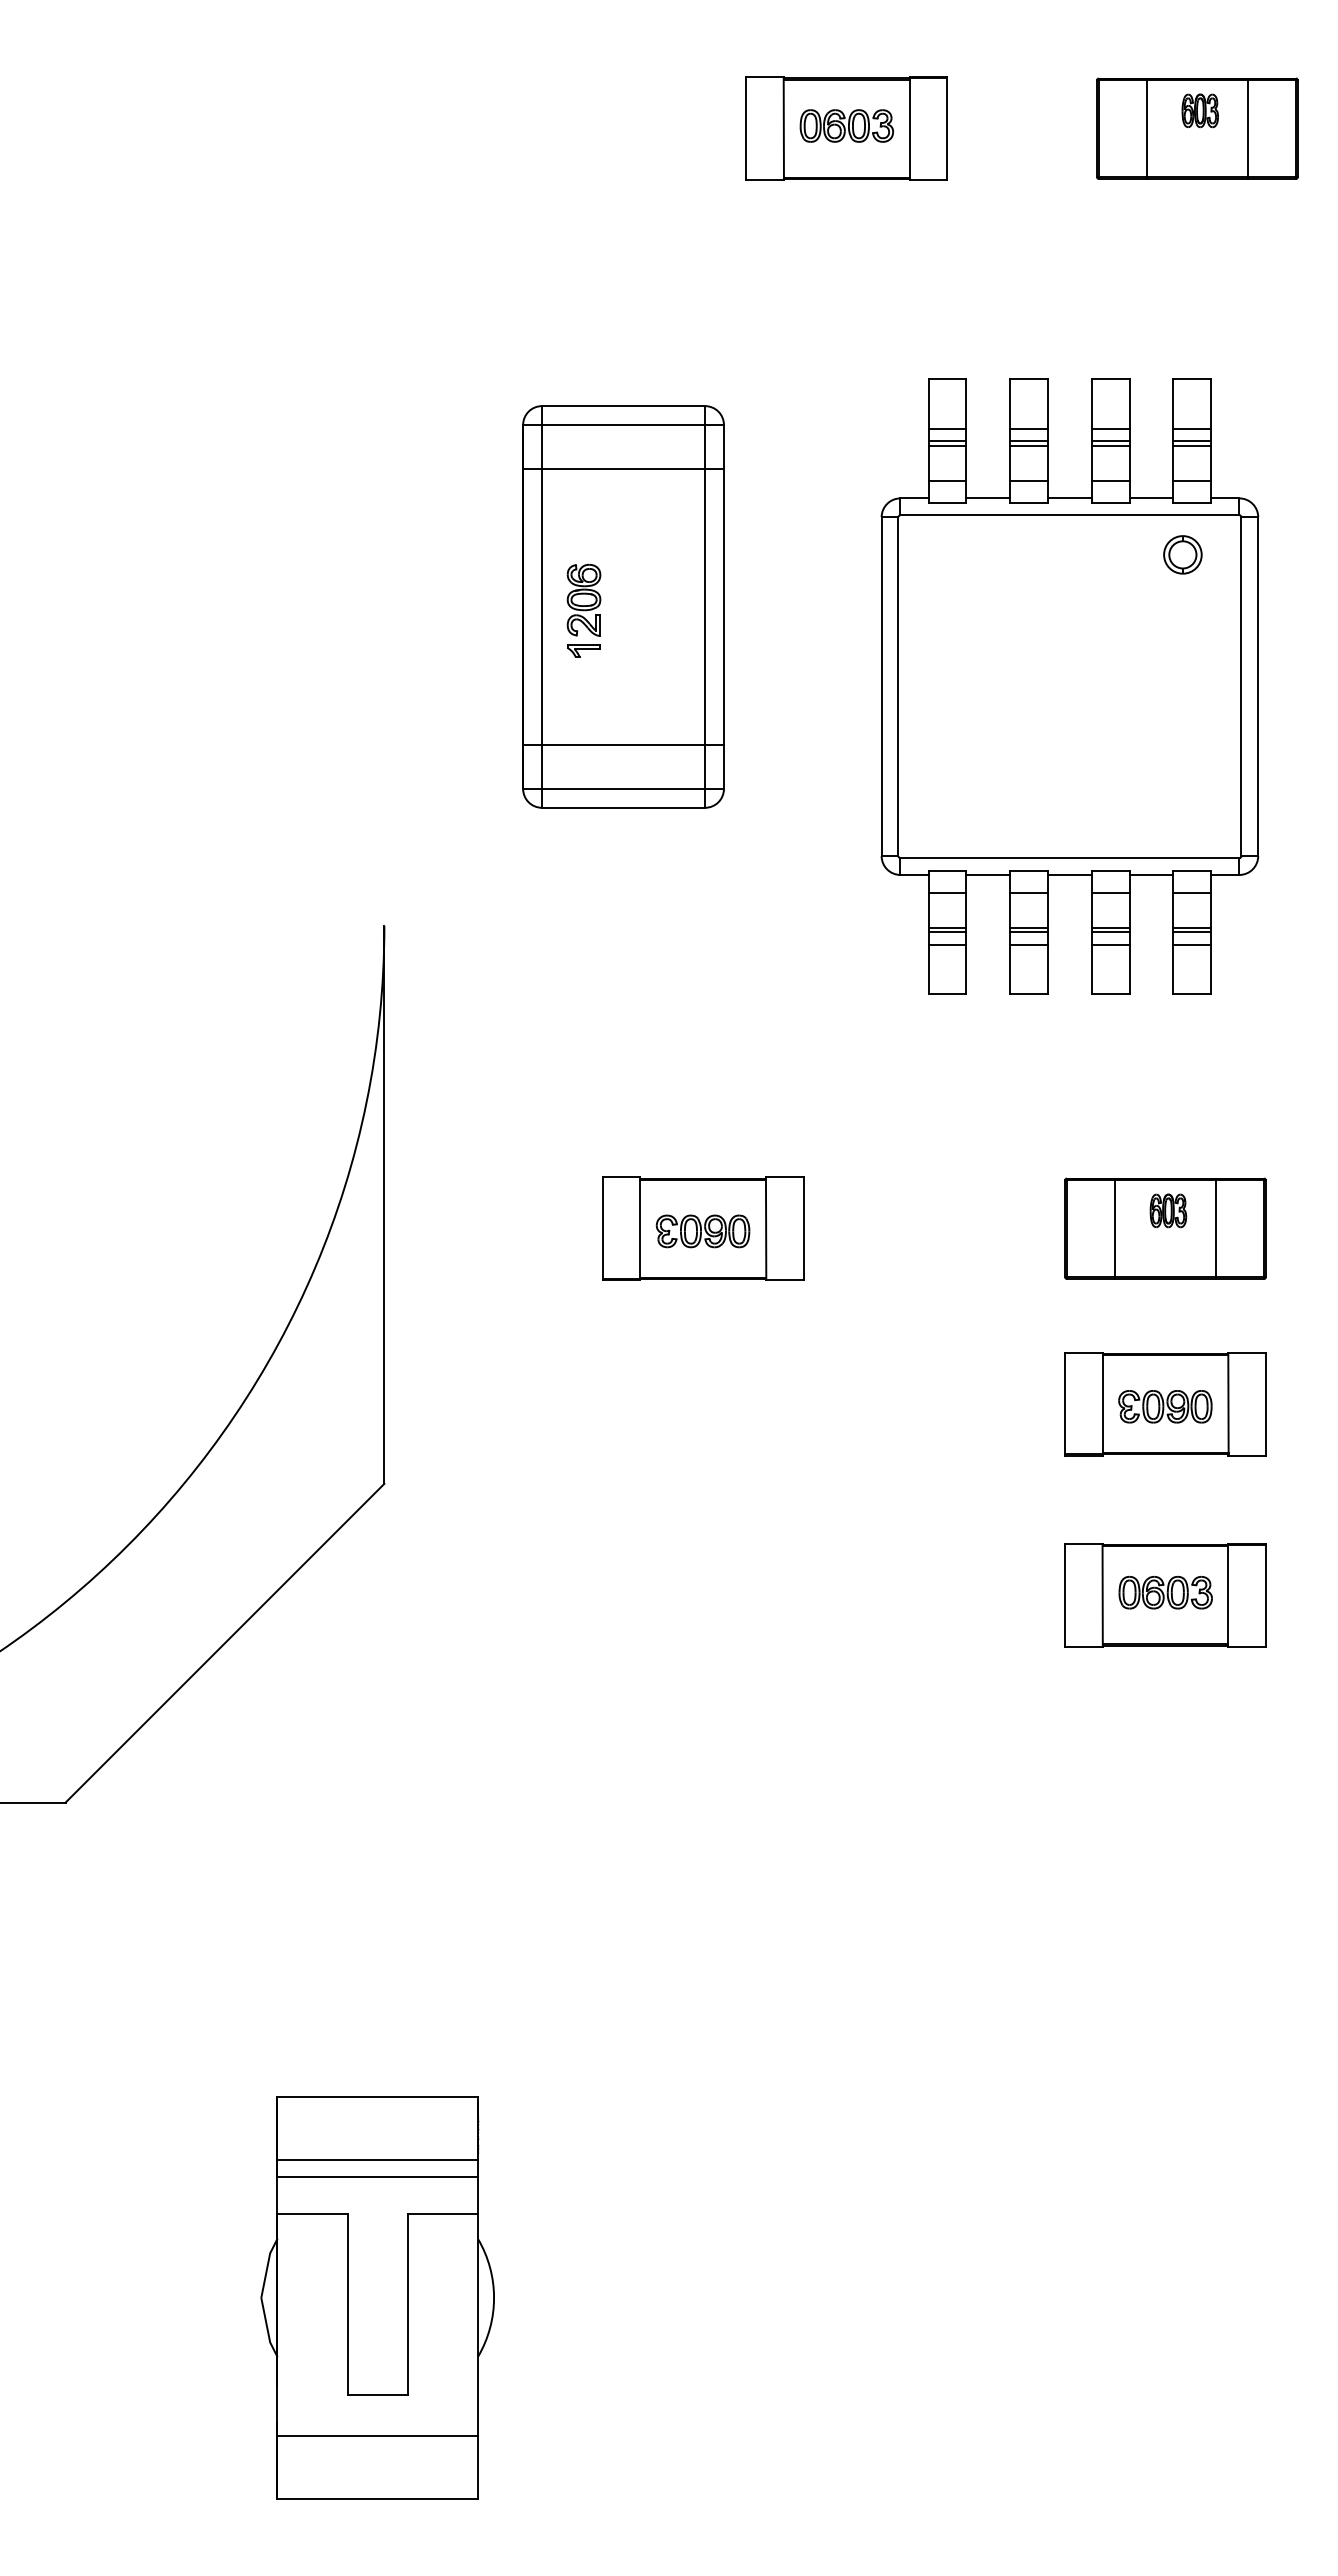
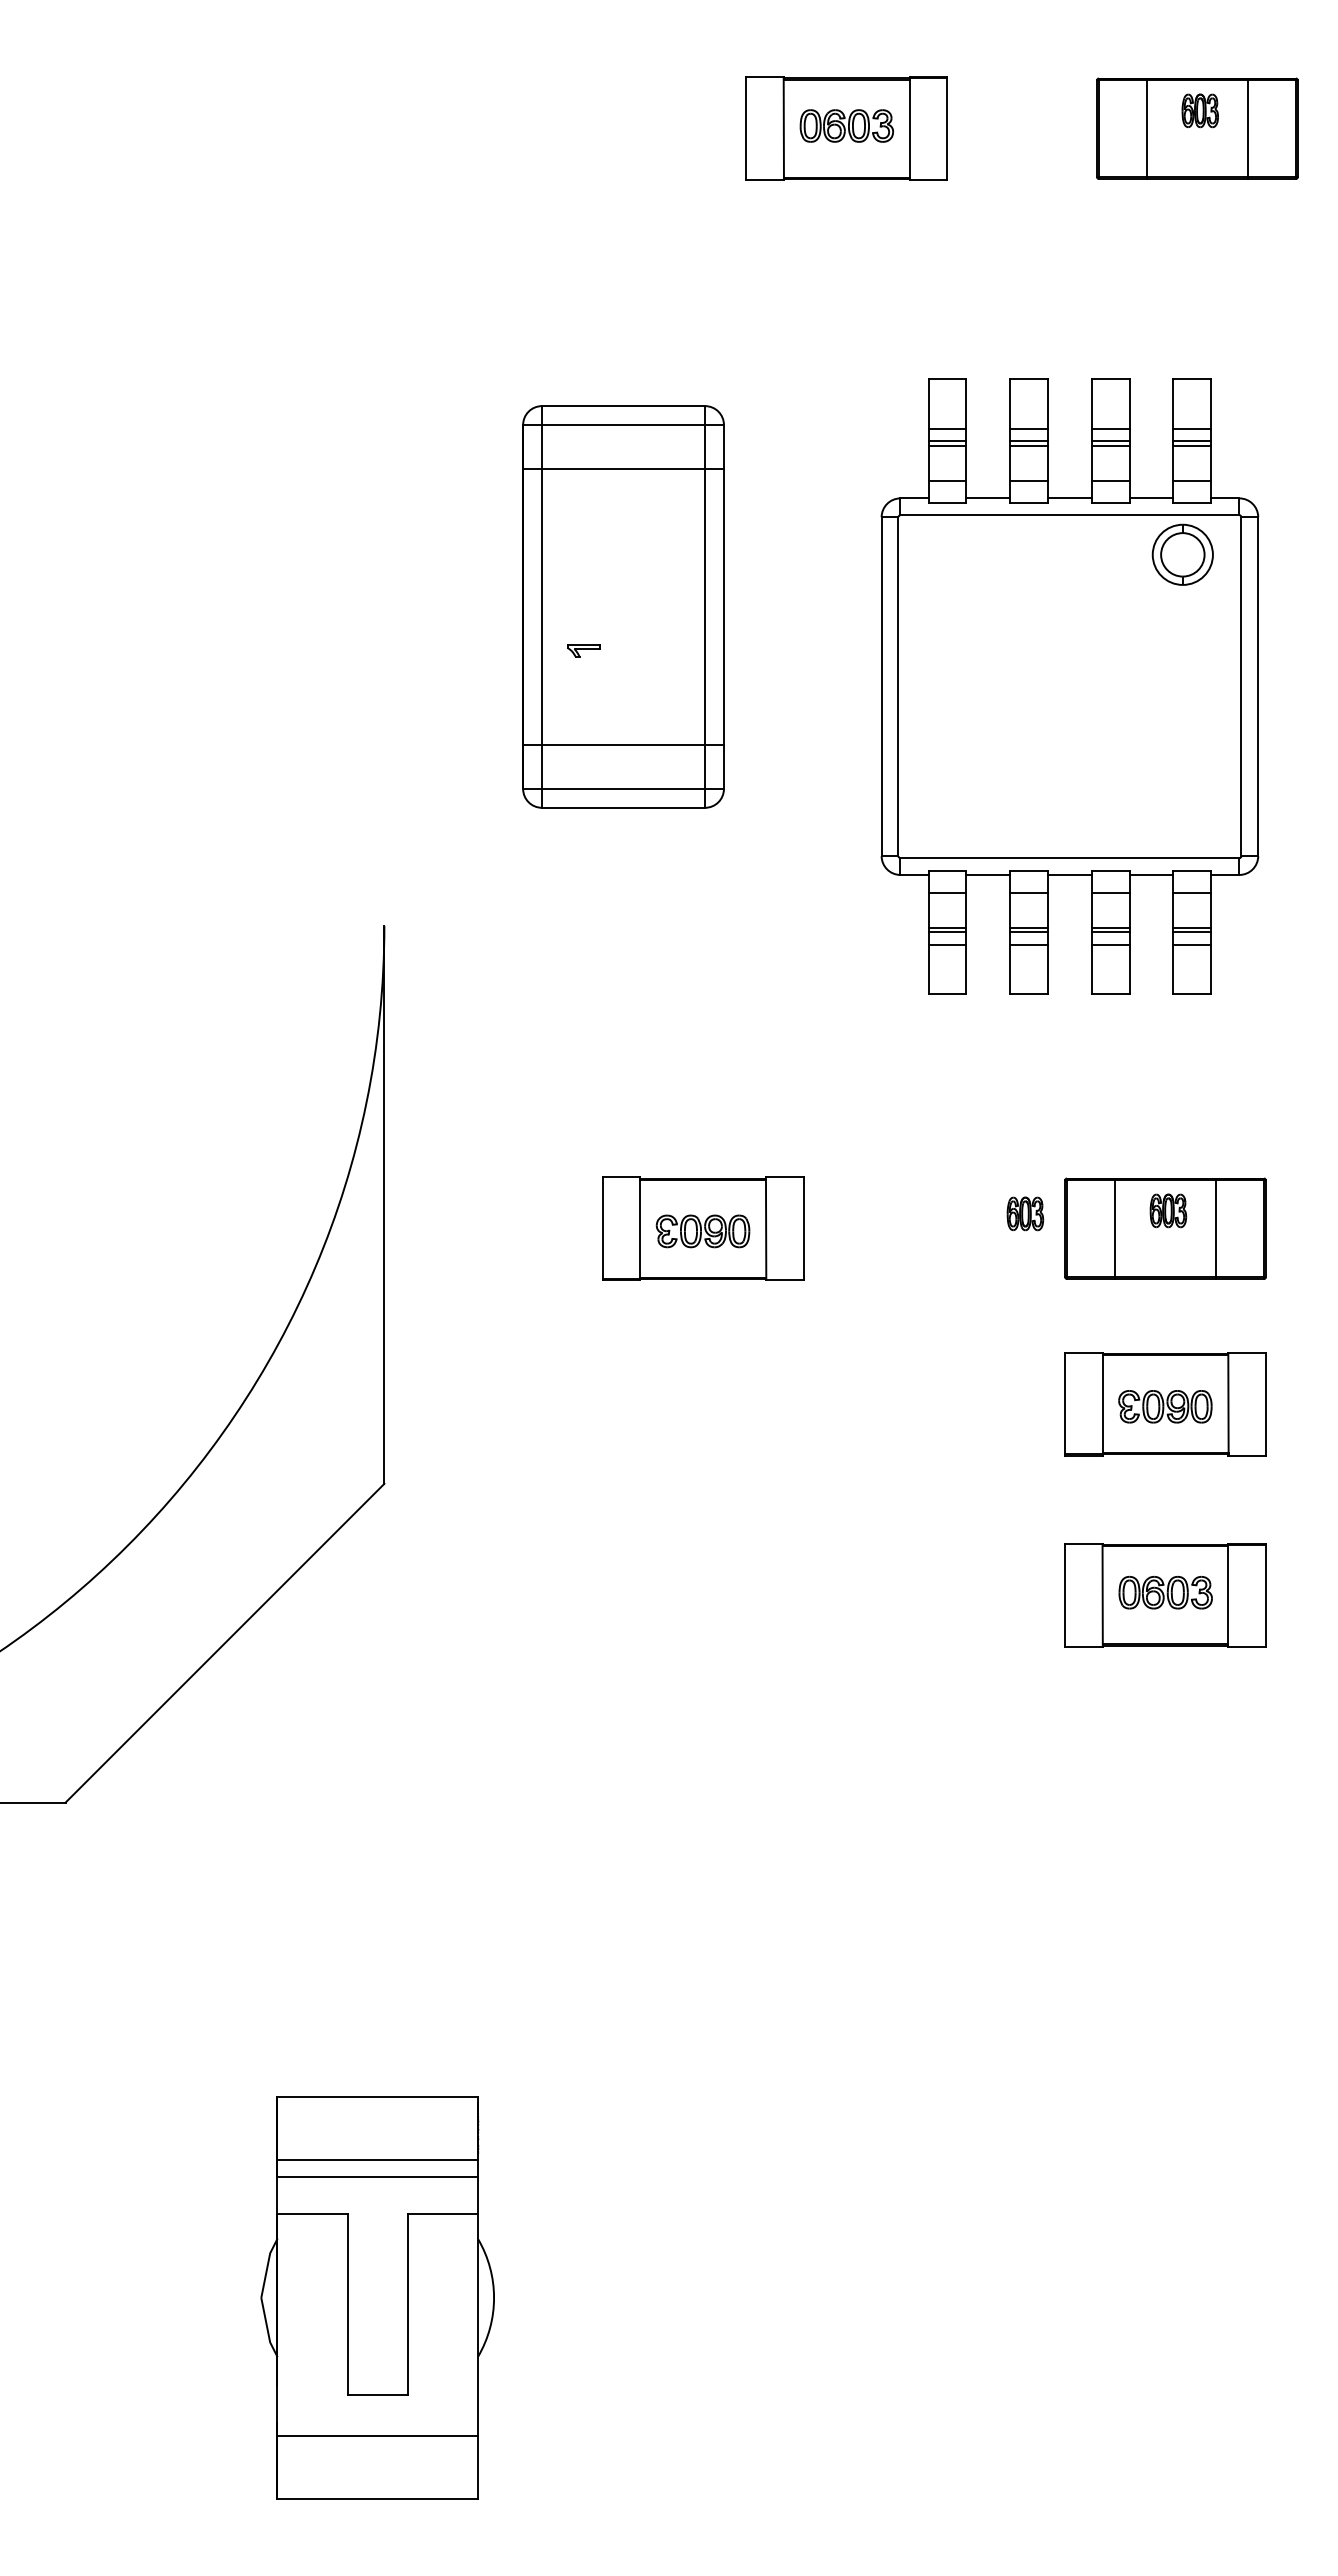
part at (1182, 554) size: 40x40 px -> 63x63 px
part at (583, 599): present -> none
part at (1025, 1213): none -> present
